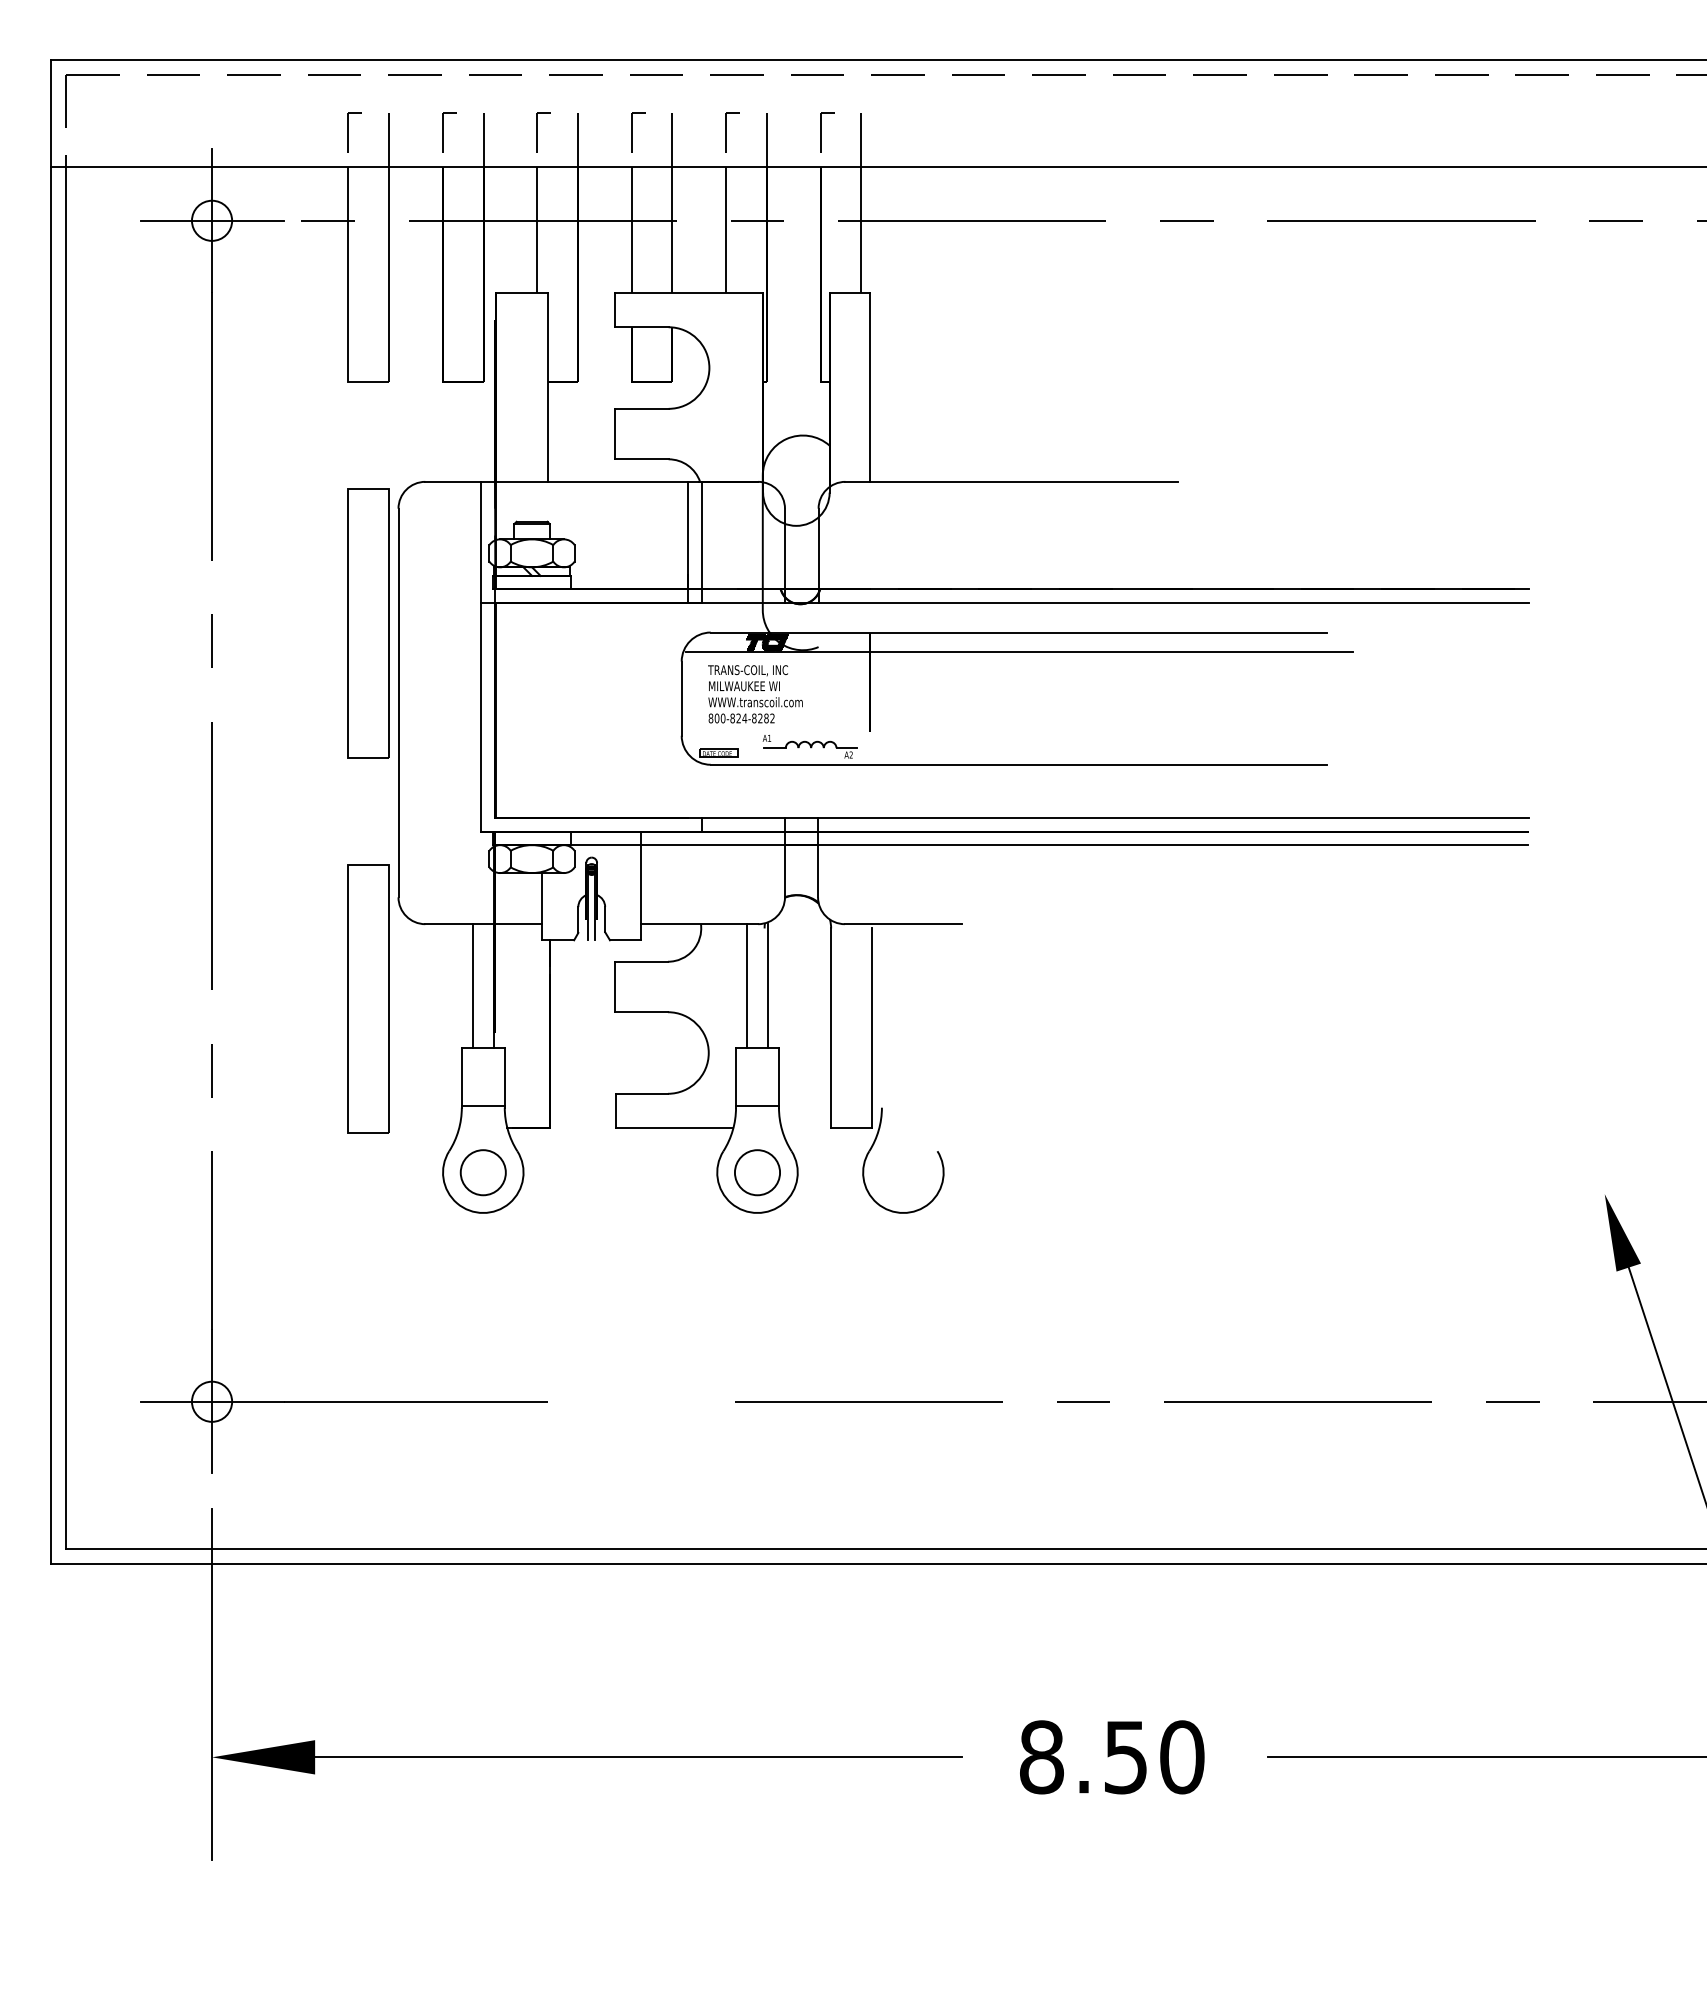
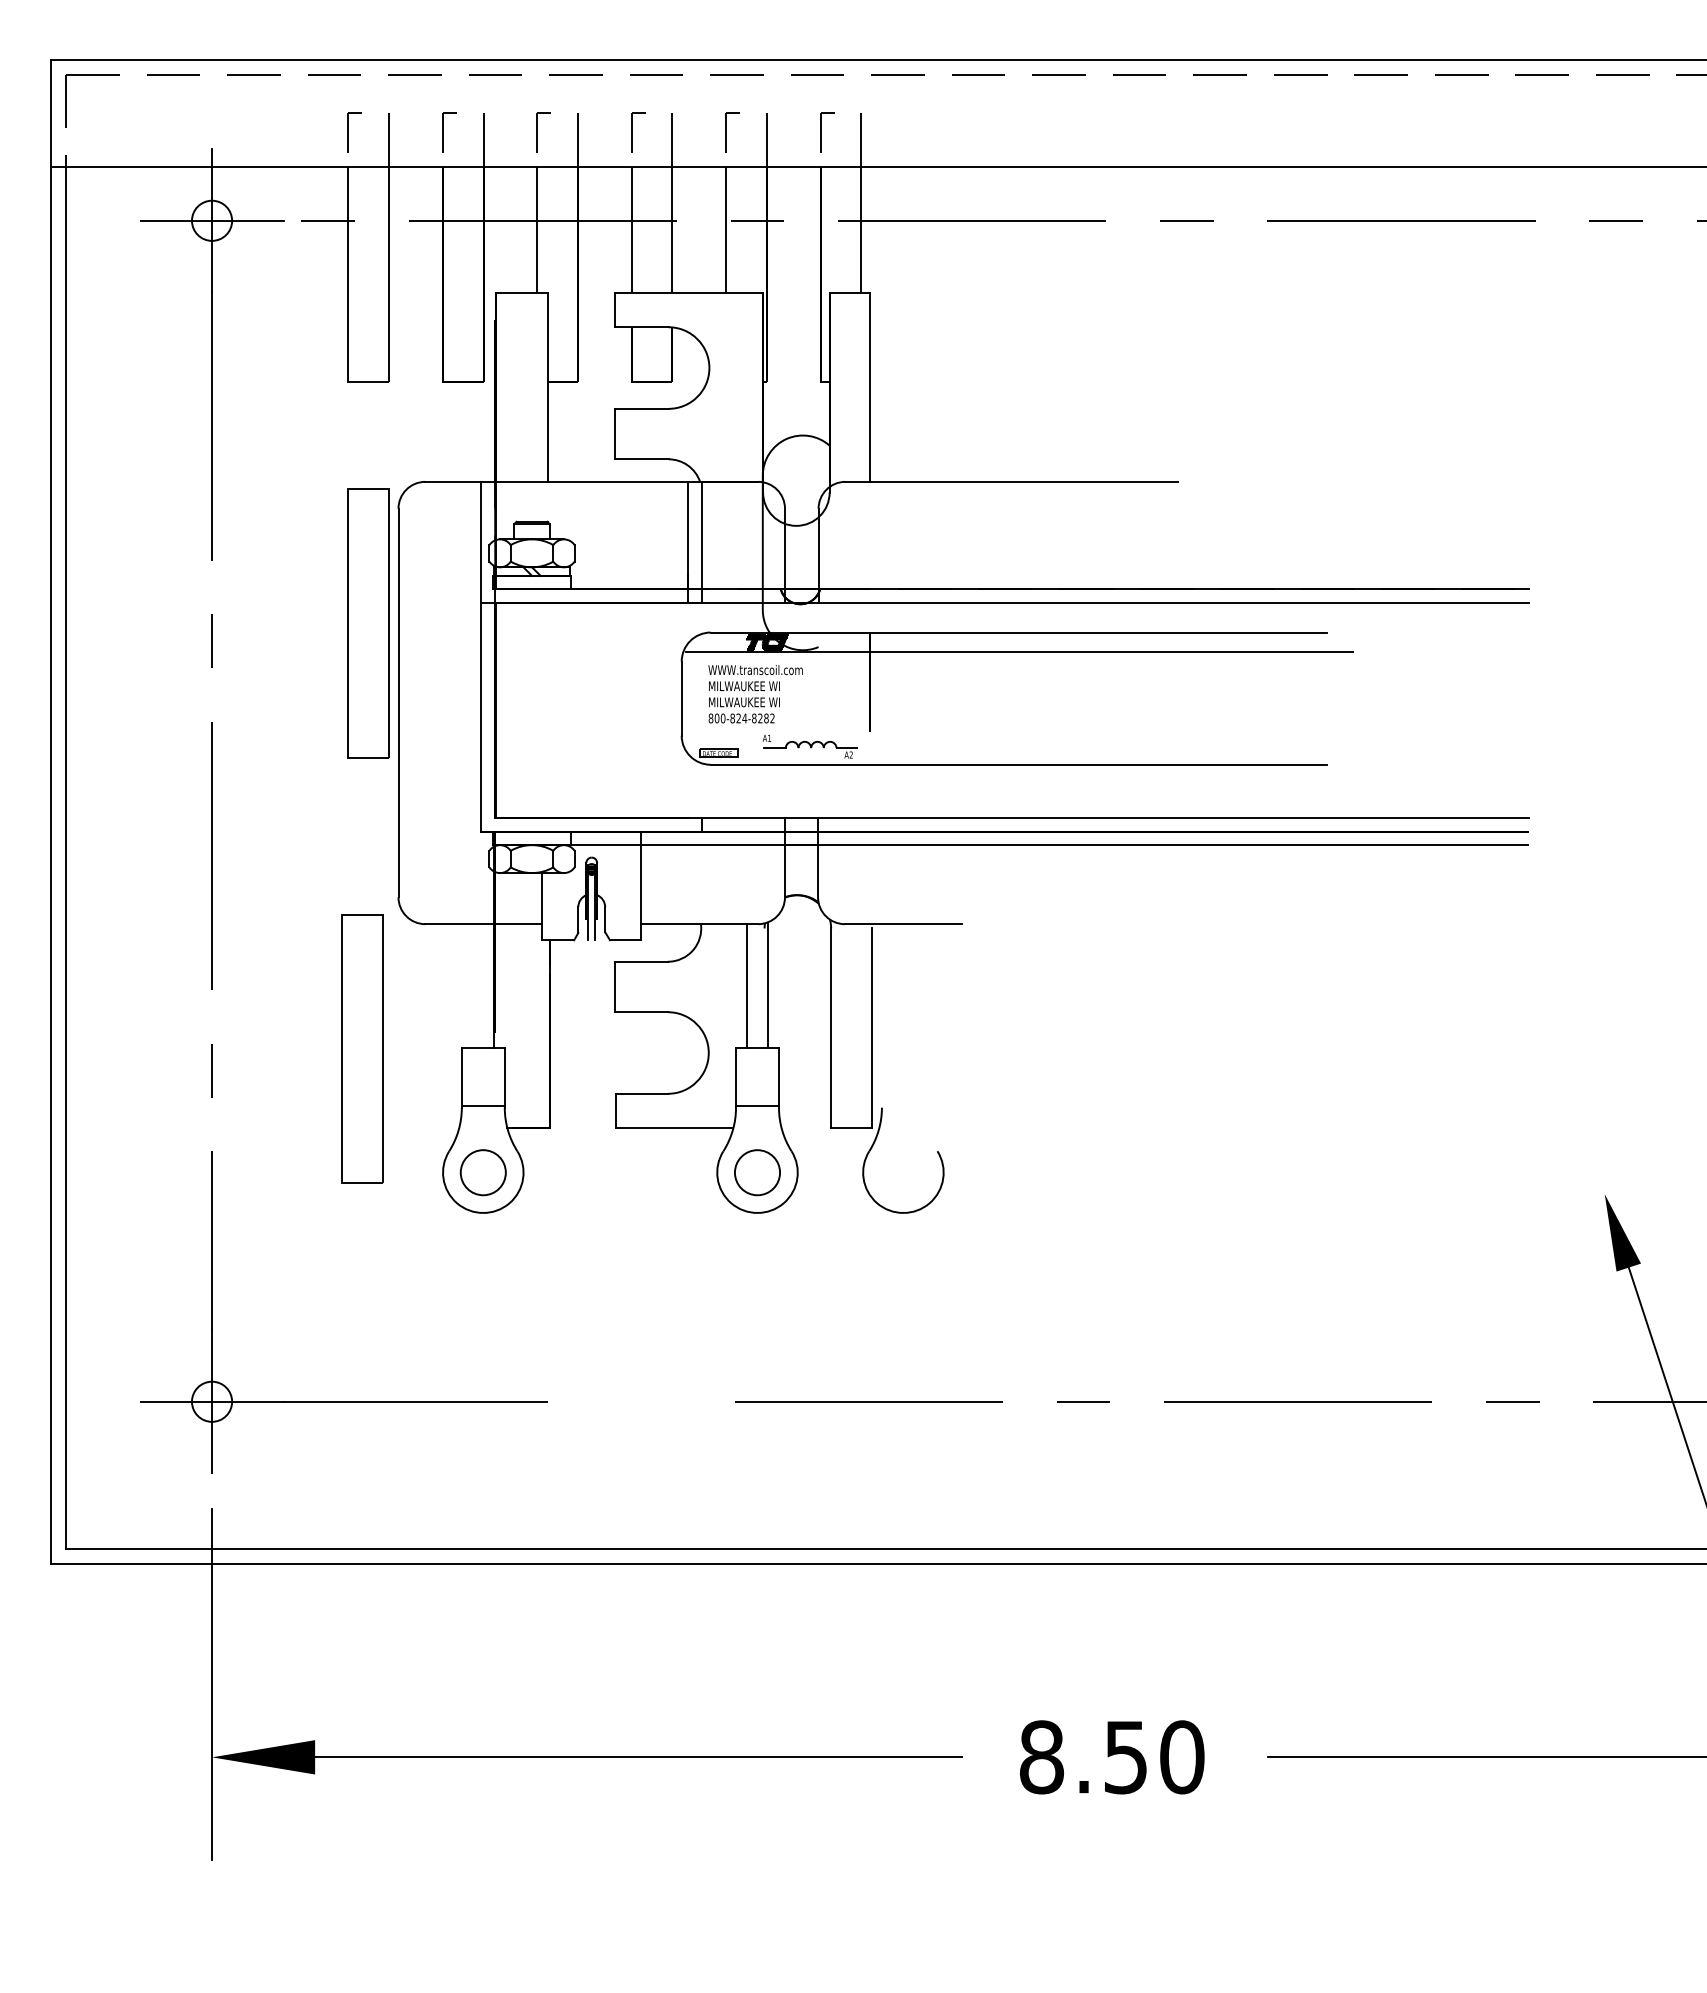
text at (755, 670): TRANS-COIL, INC -> WWW.transcoil.com
text at (755, 702): WWW.transcoil.com -> MILWAUKEE WI
line at (472, 985): present -> none
part at (368, 998) position: (368, 998) -> (362, 1048)
